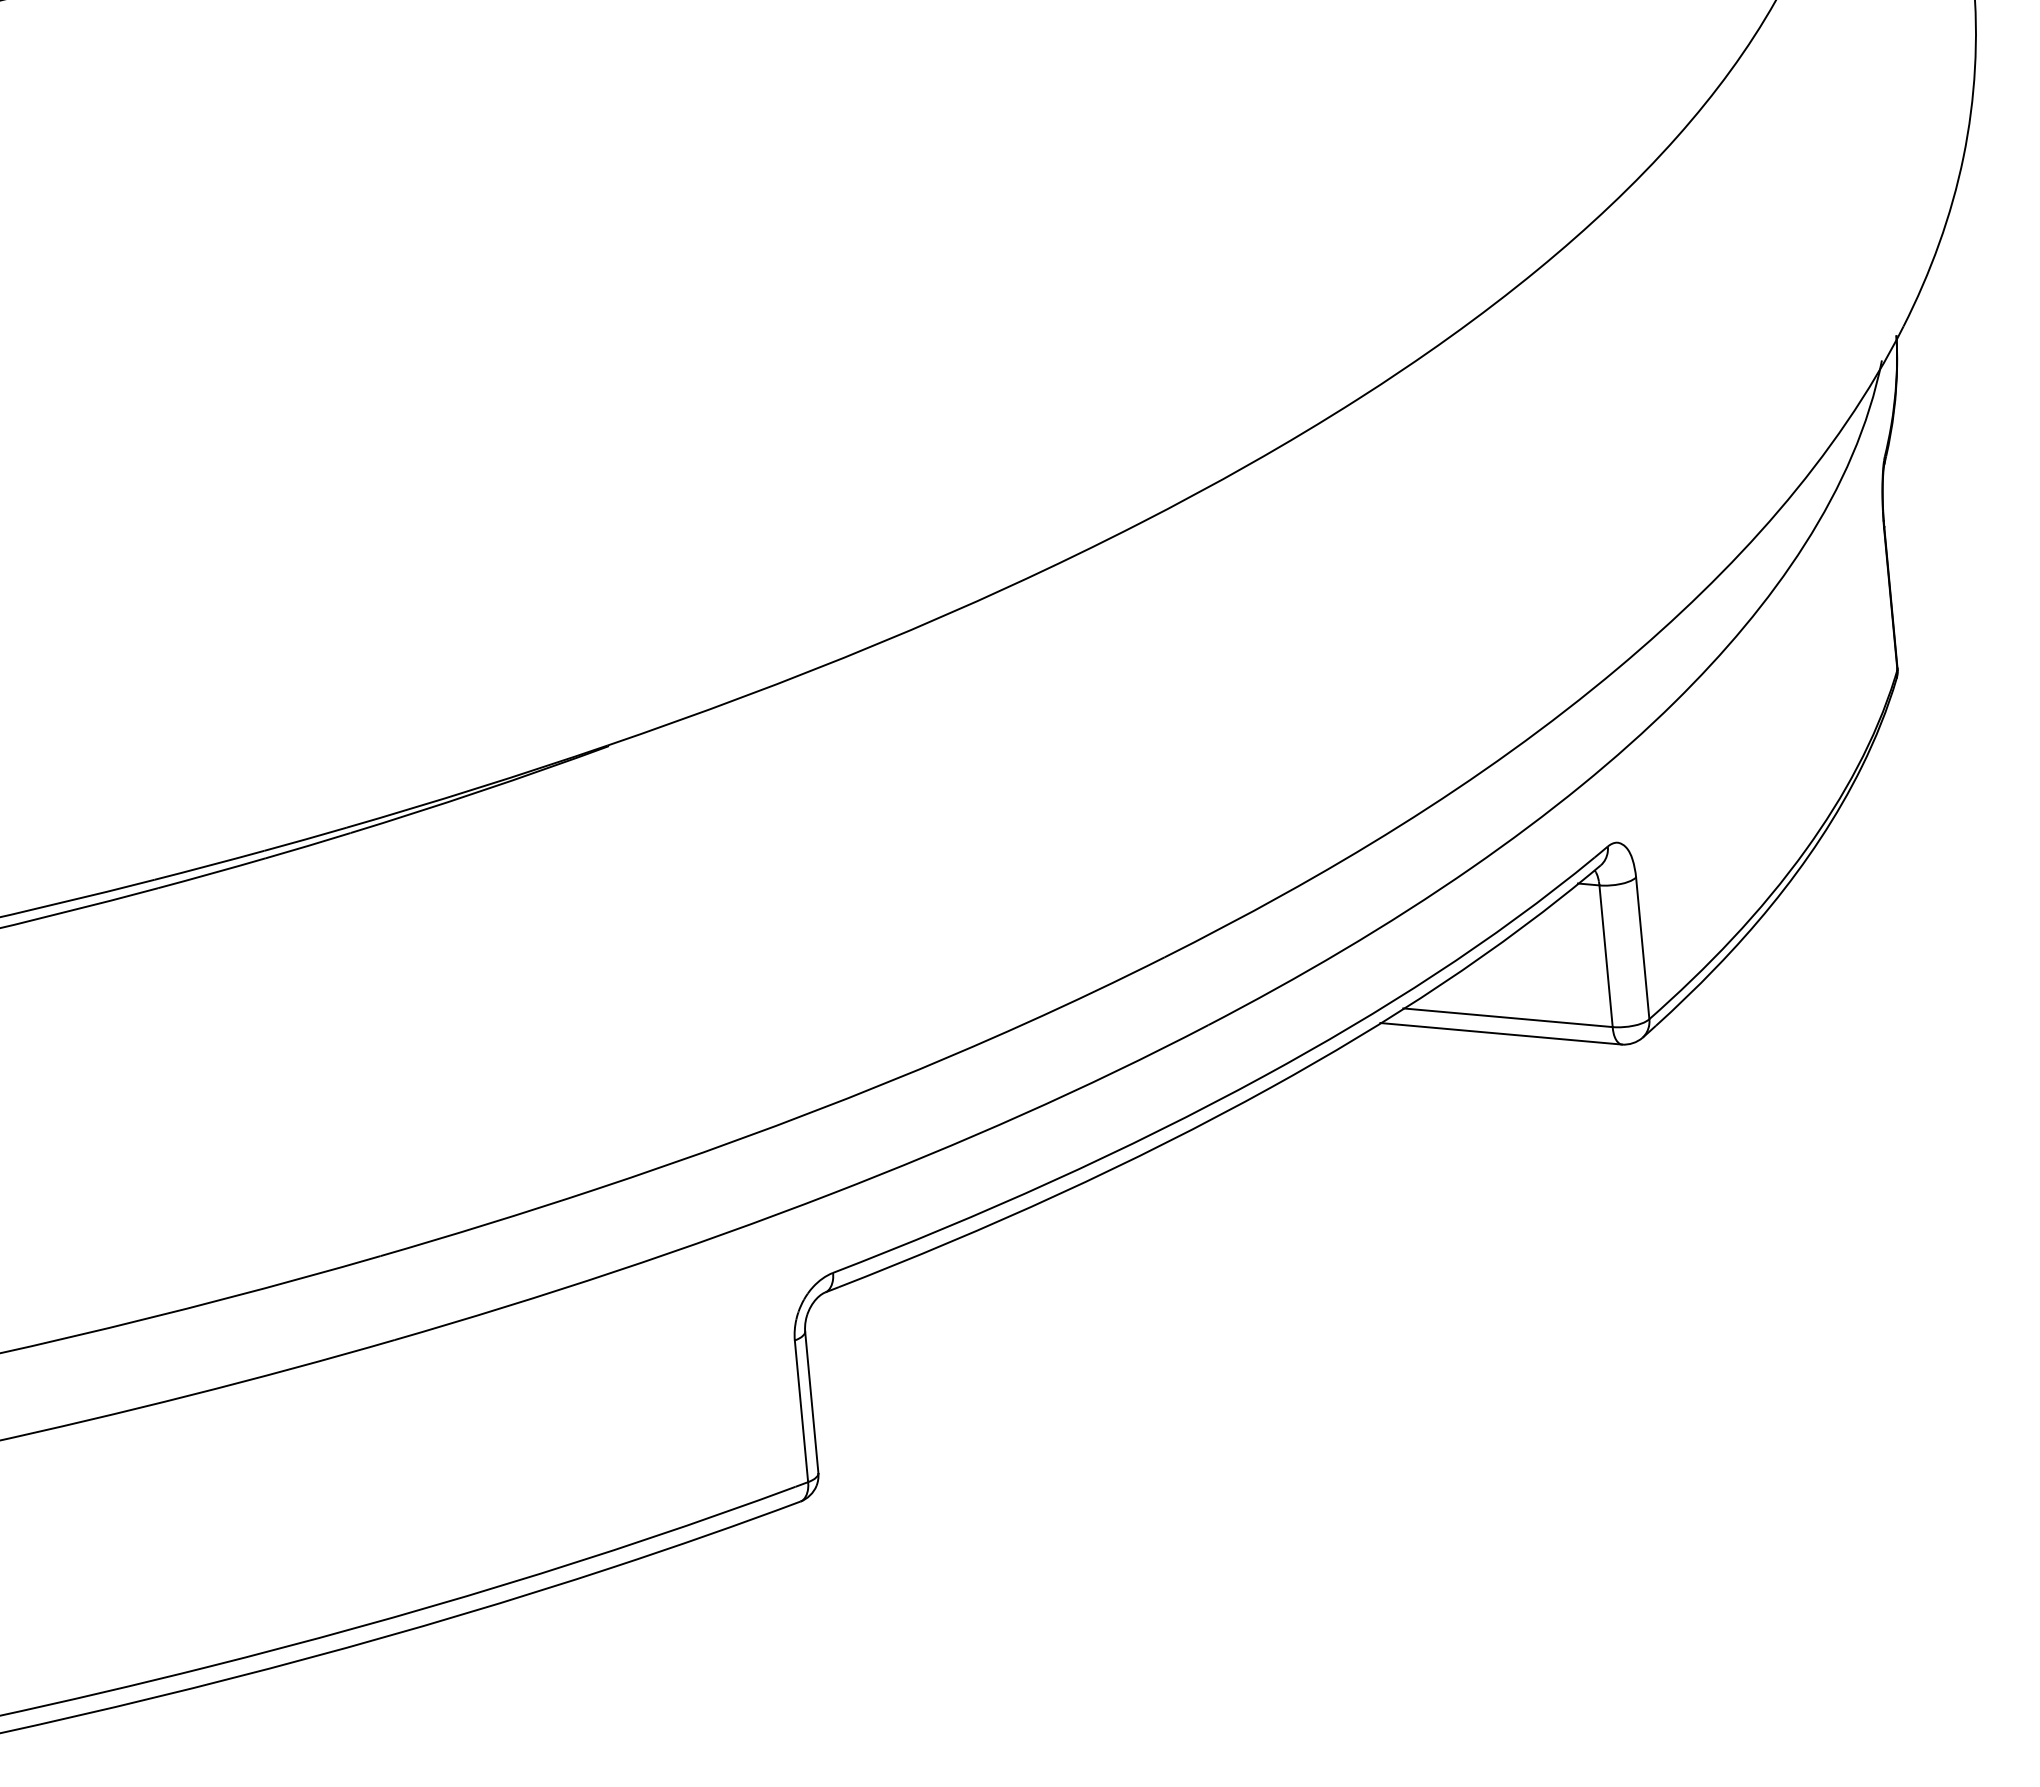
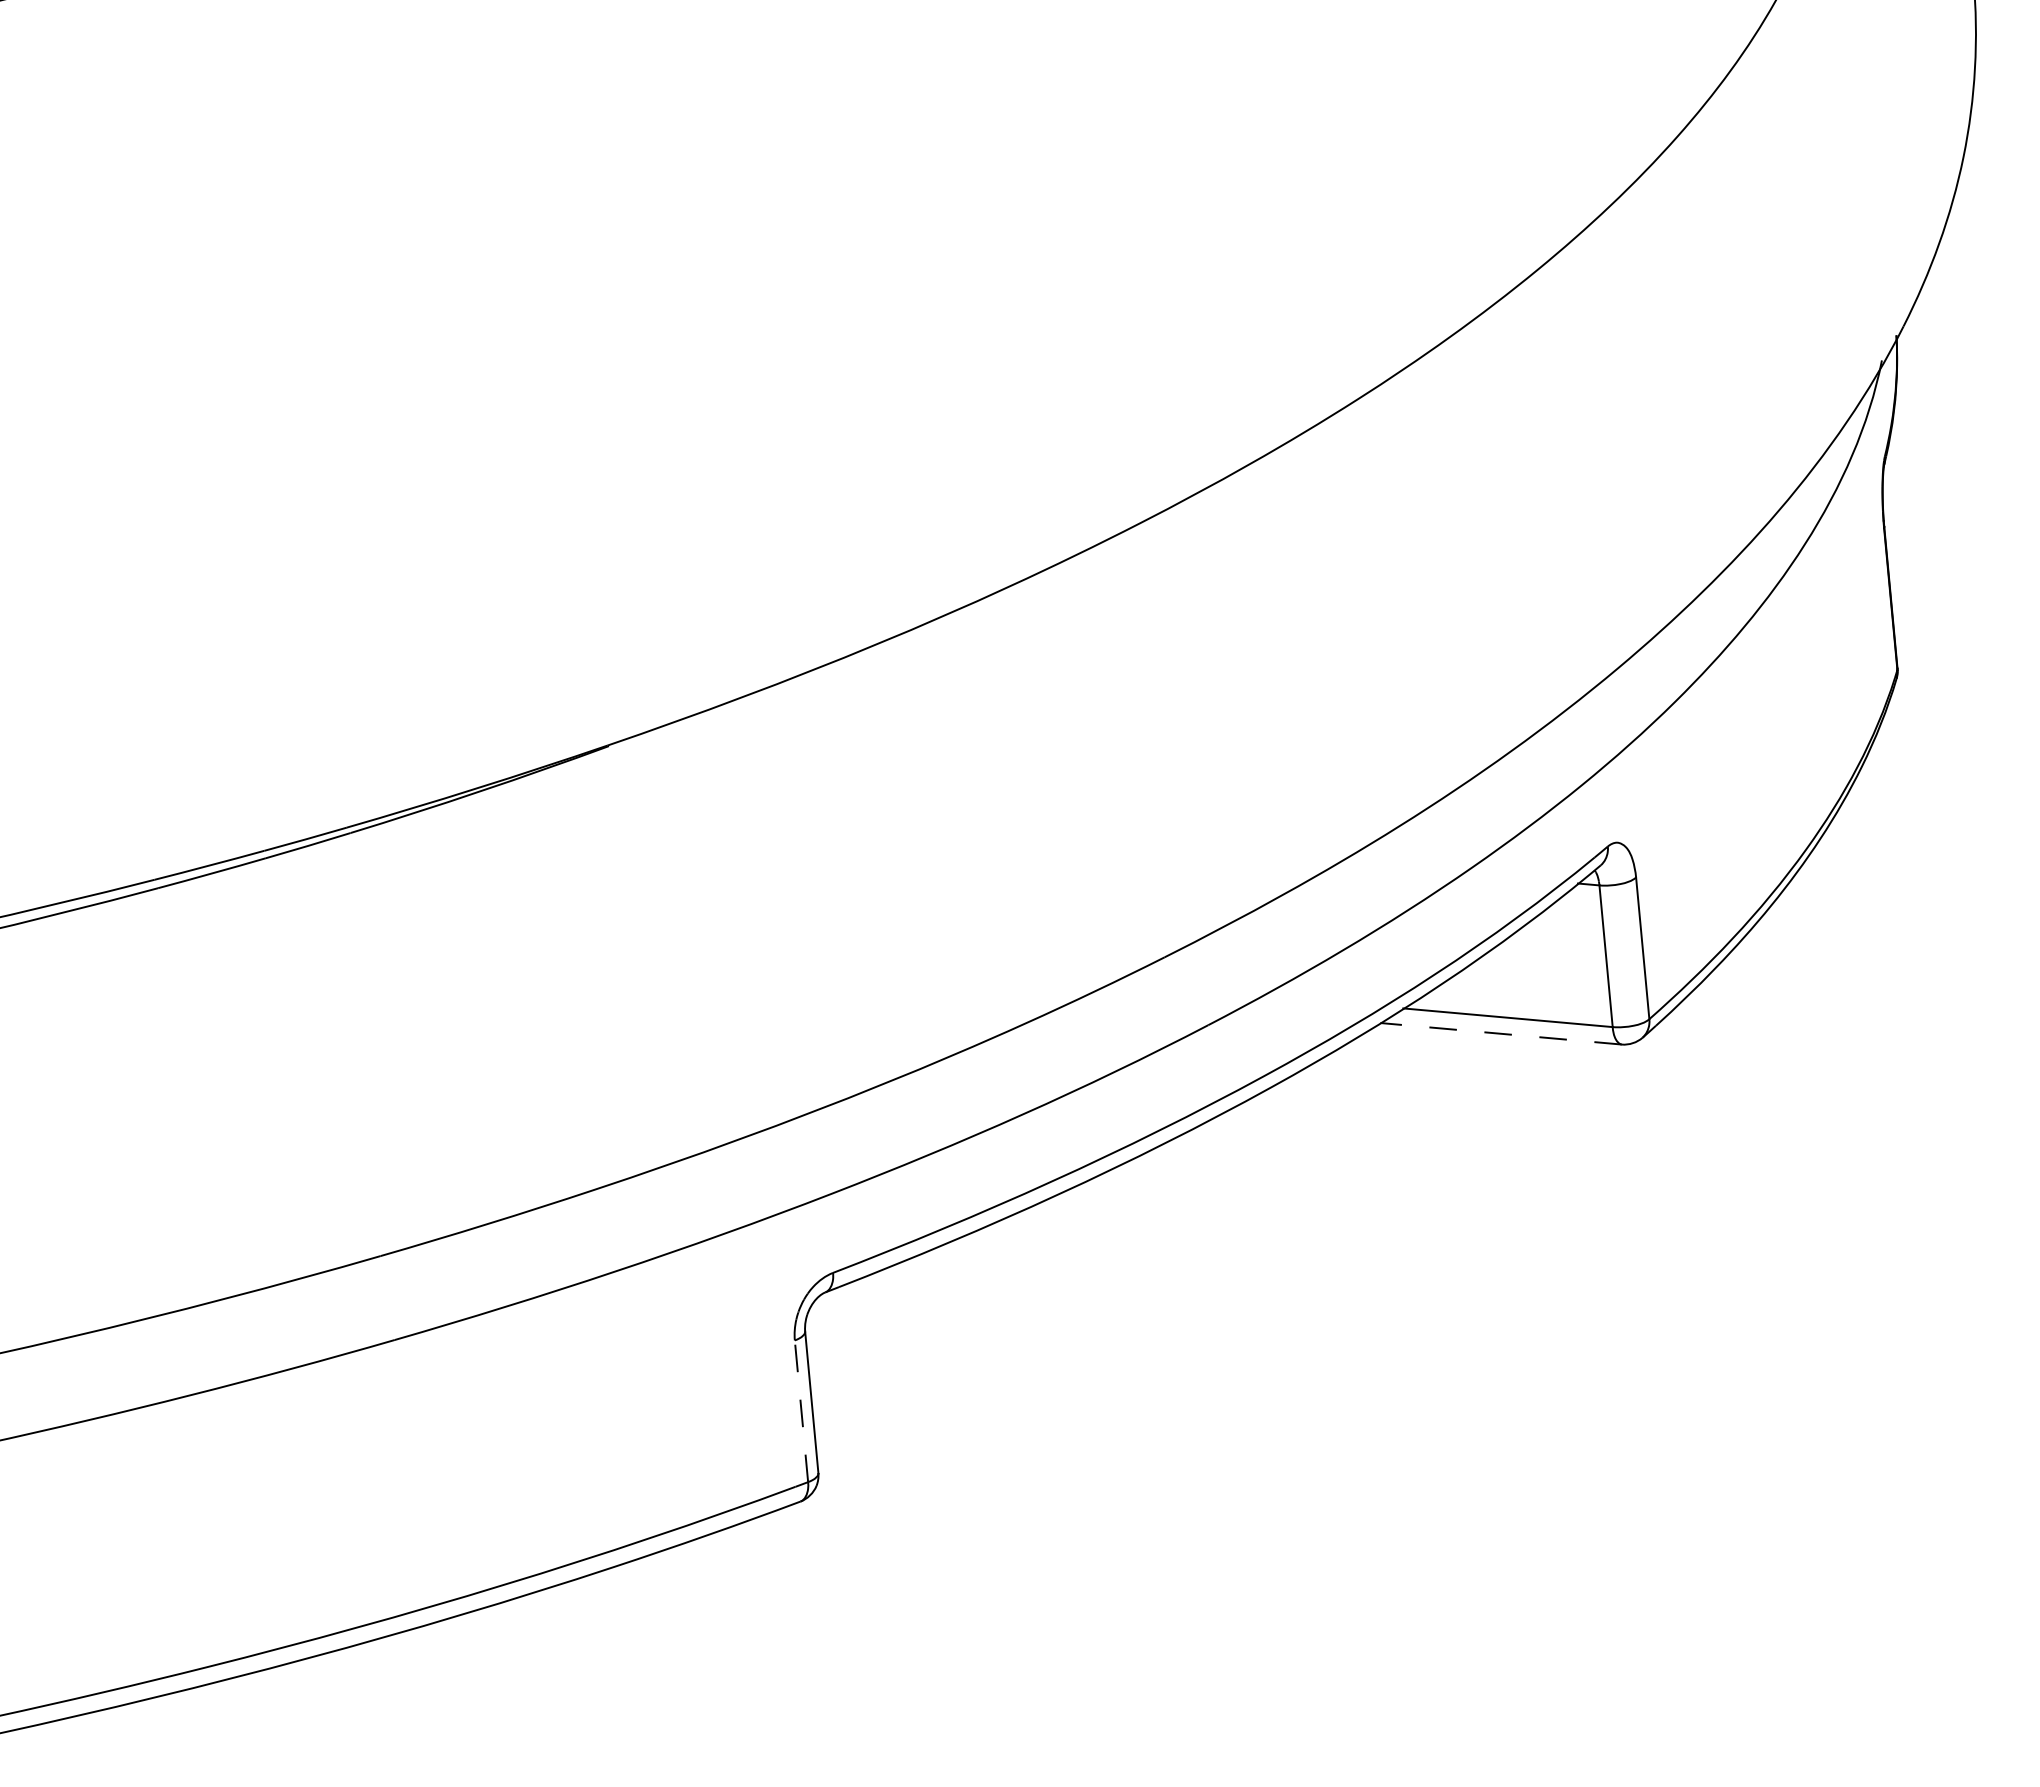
line at (1500, 1033): solid -> dashed
line at (801, 1410): solid -> dashed
